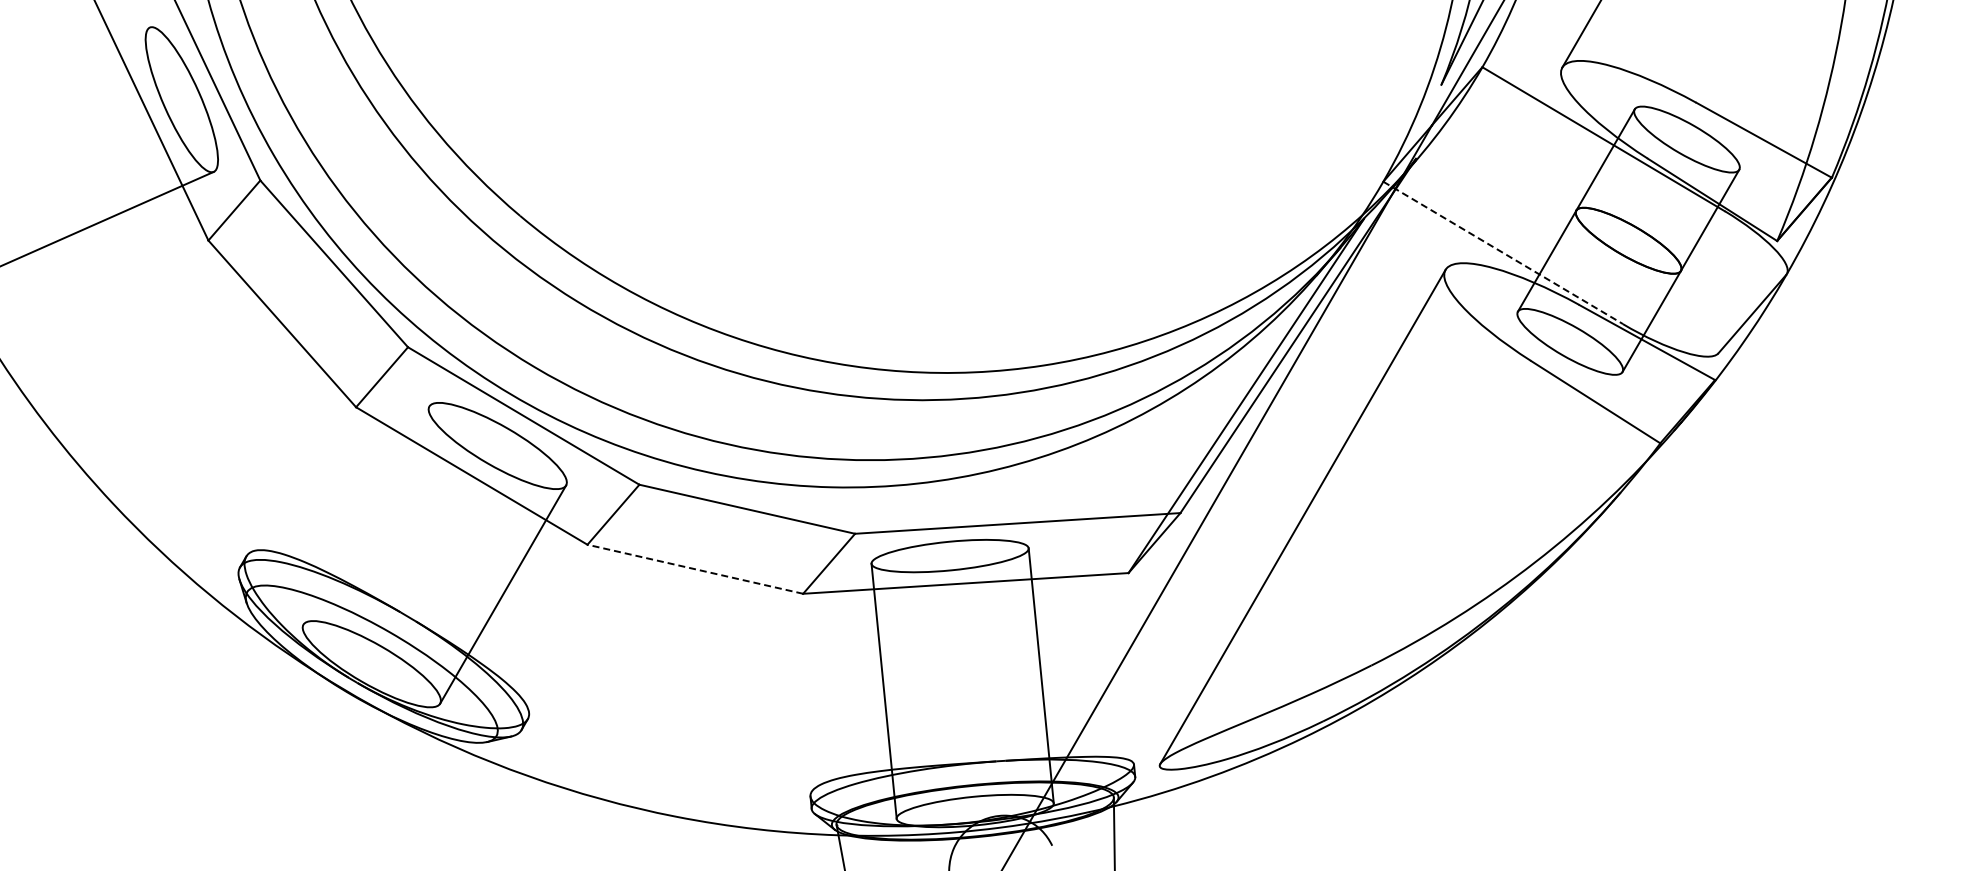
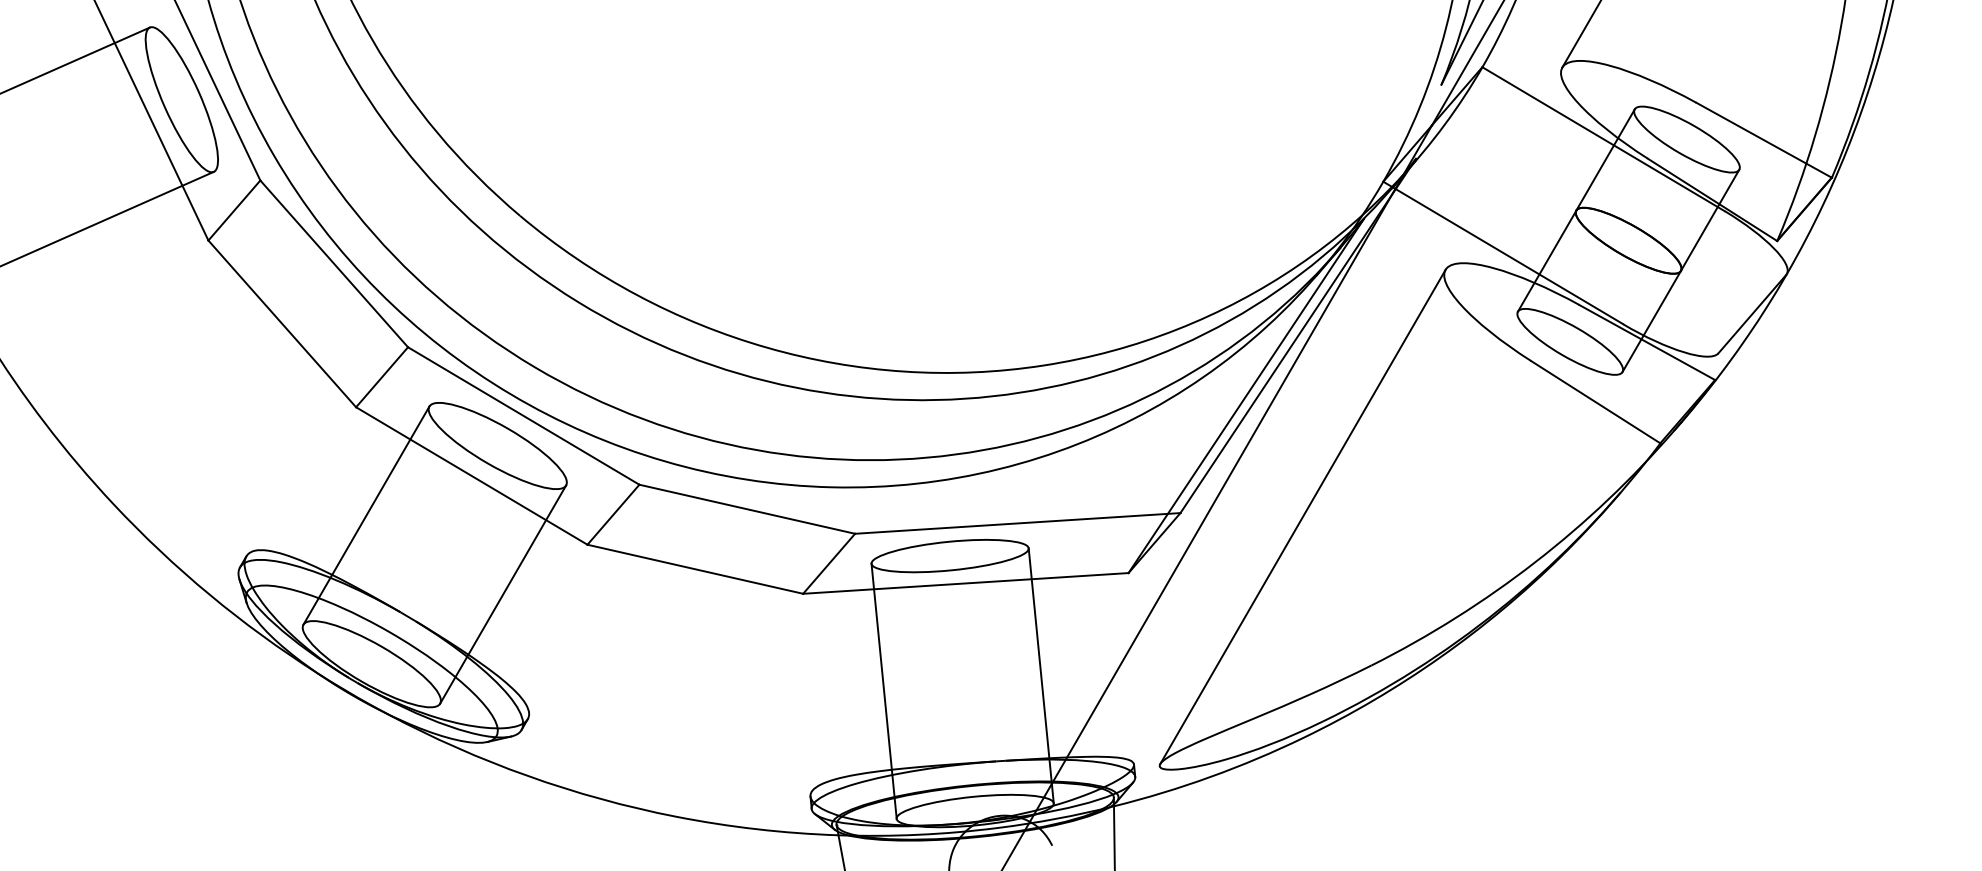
line at (75, 59): none -> present
line at (1503, 253): dashed -> solid
line at (366, 515): none -> present
line at (695, 569): dashed -> solid
